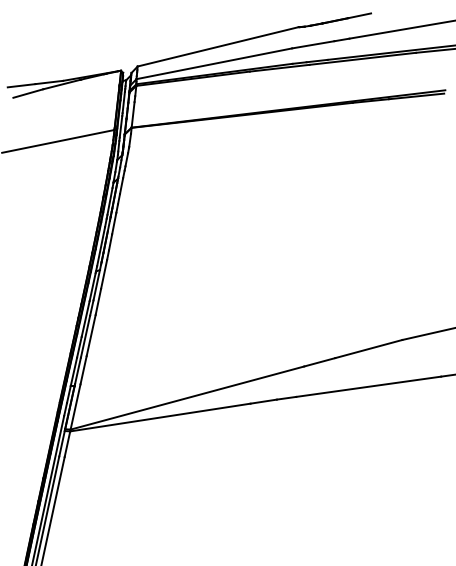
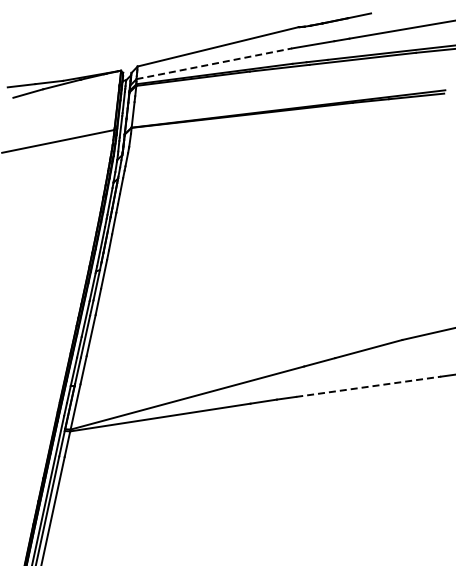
line at (214, 63): solid -> dashed
line at (369, 386): solid -> dashed
